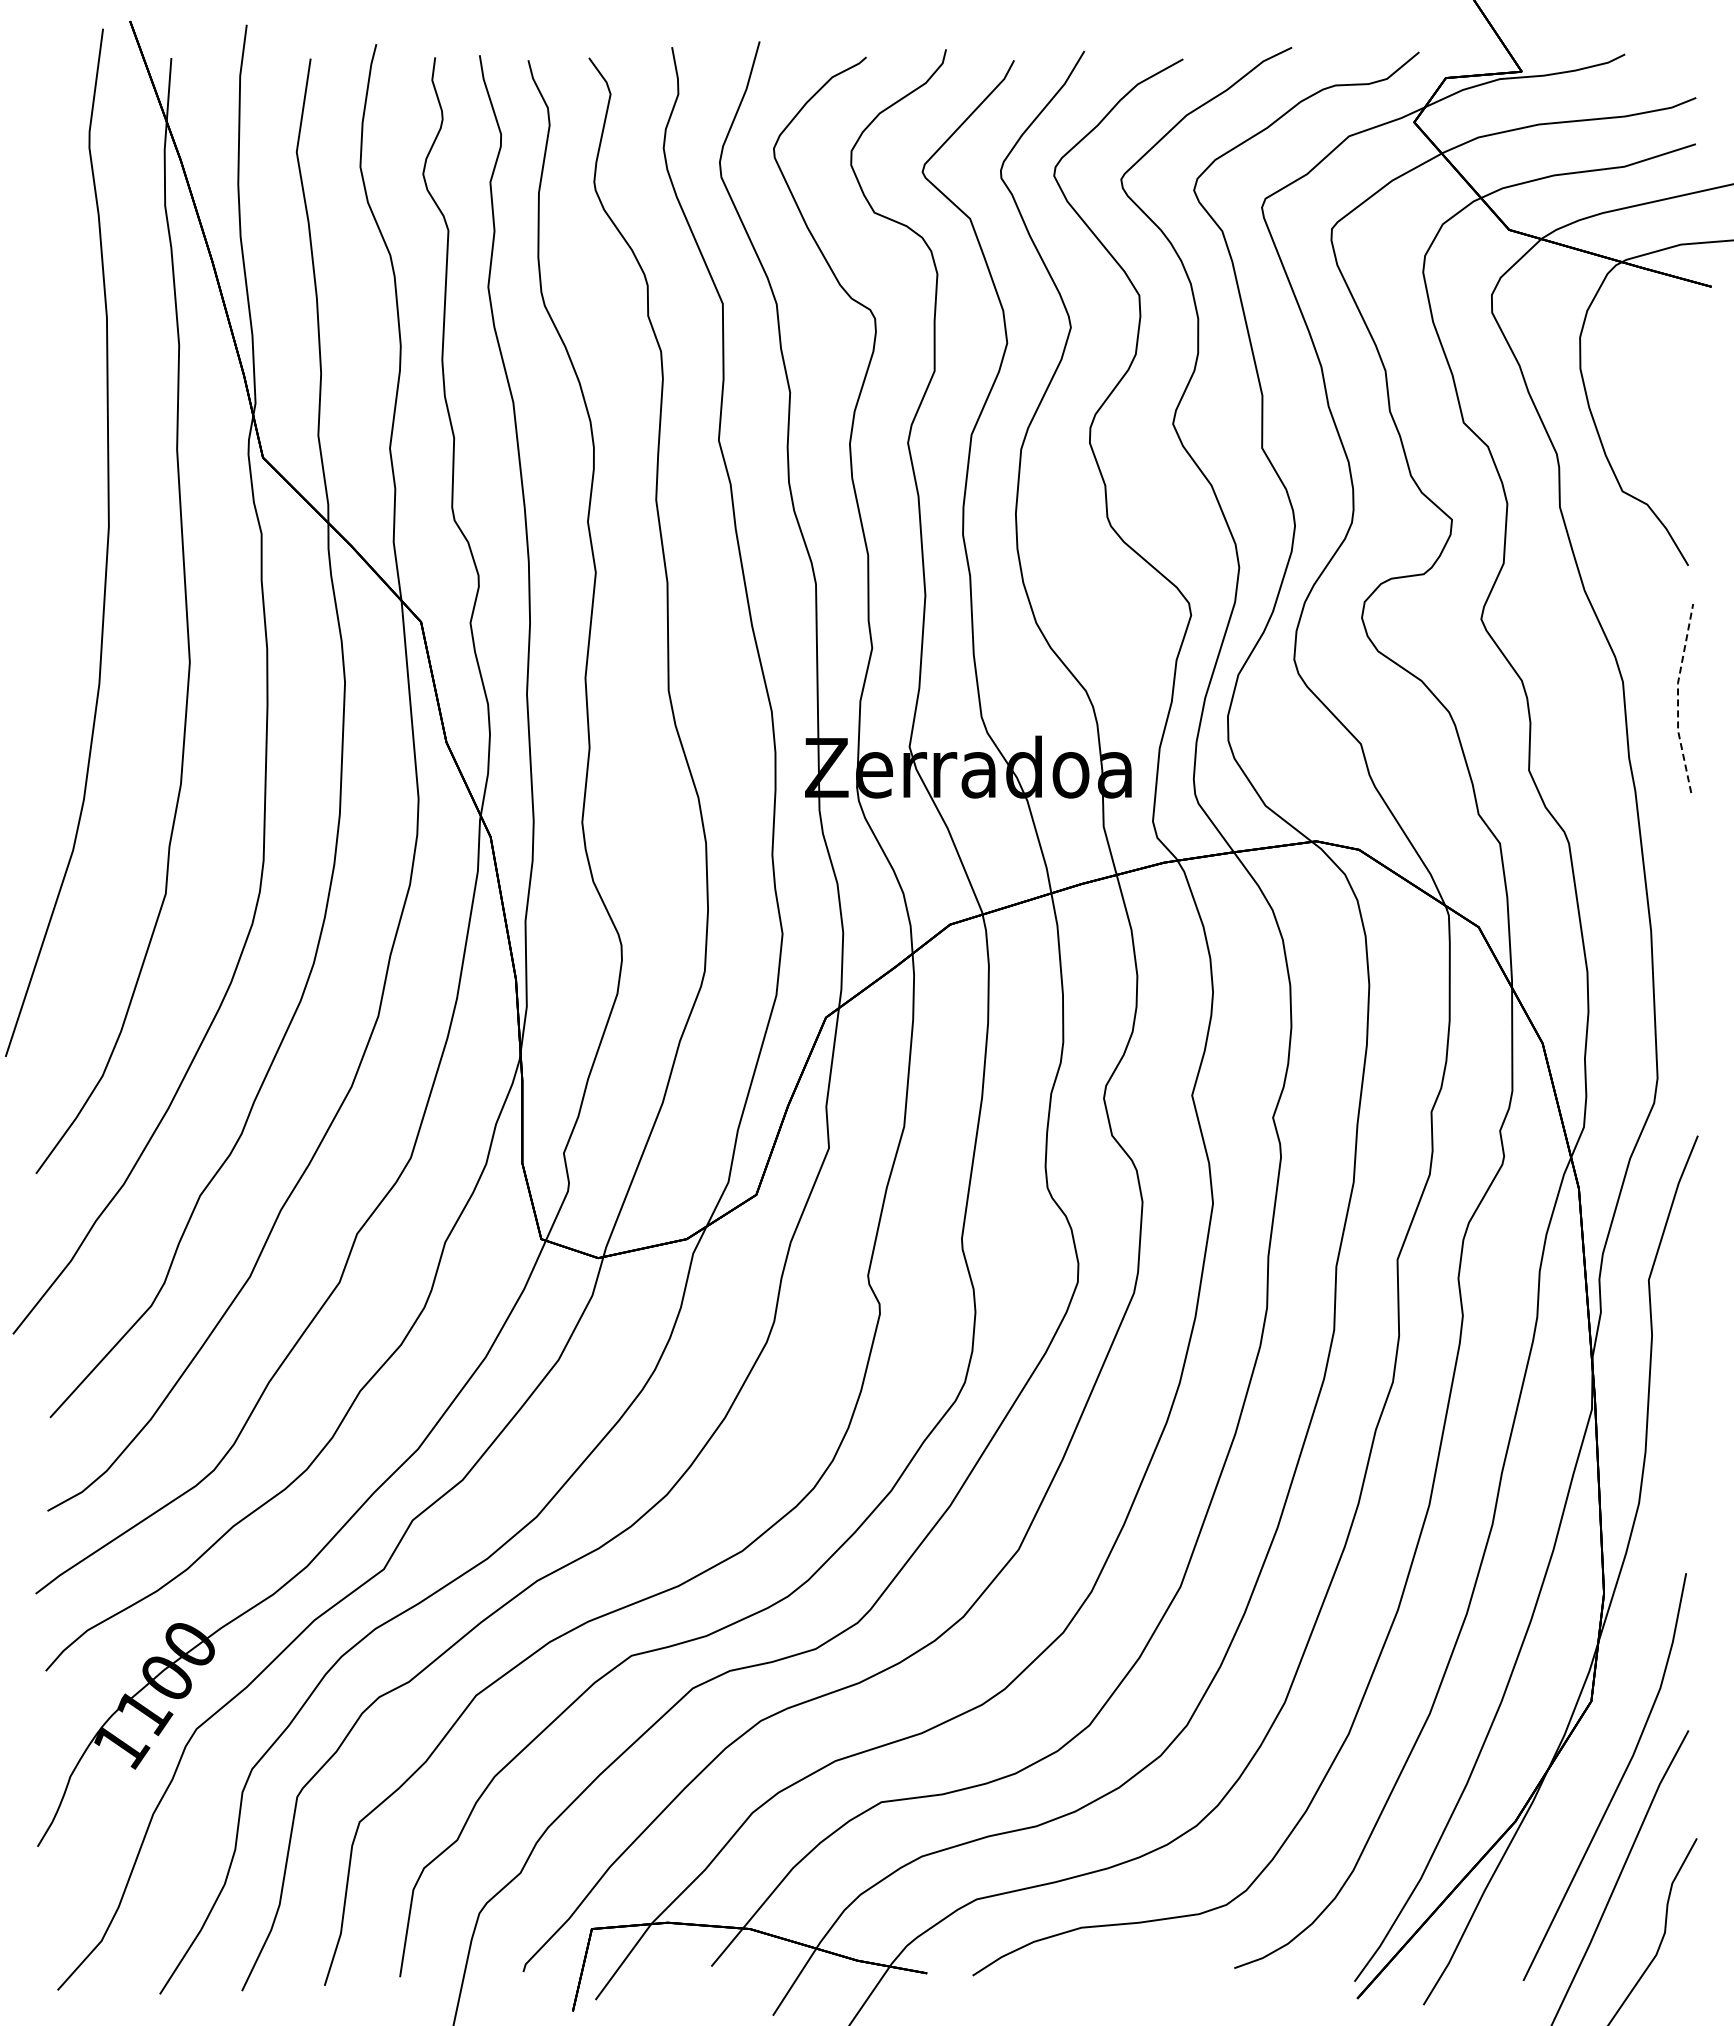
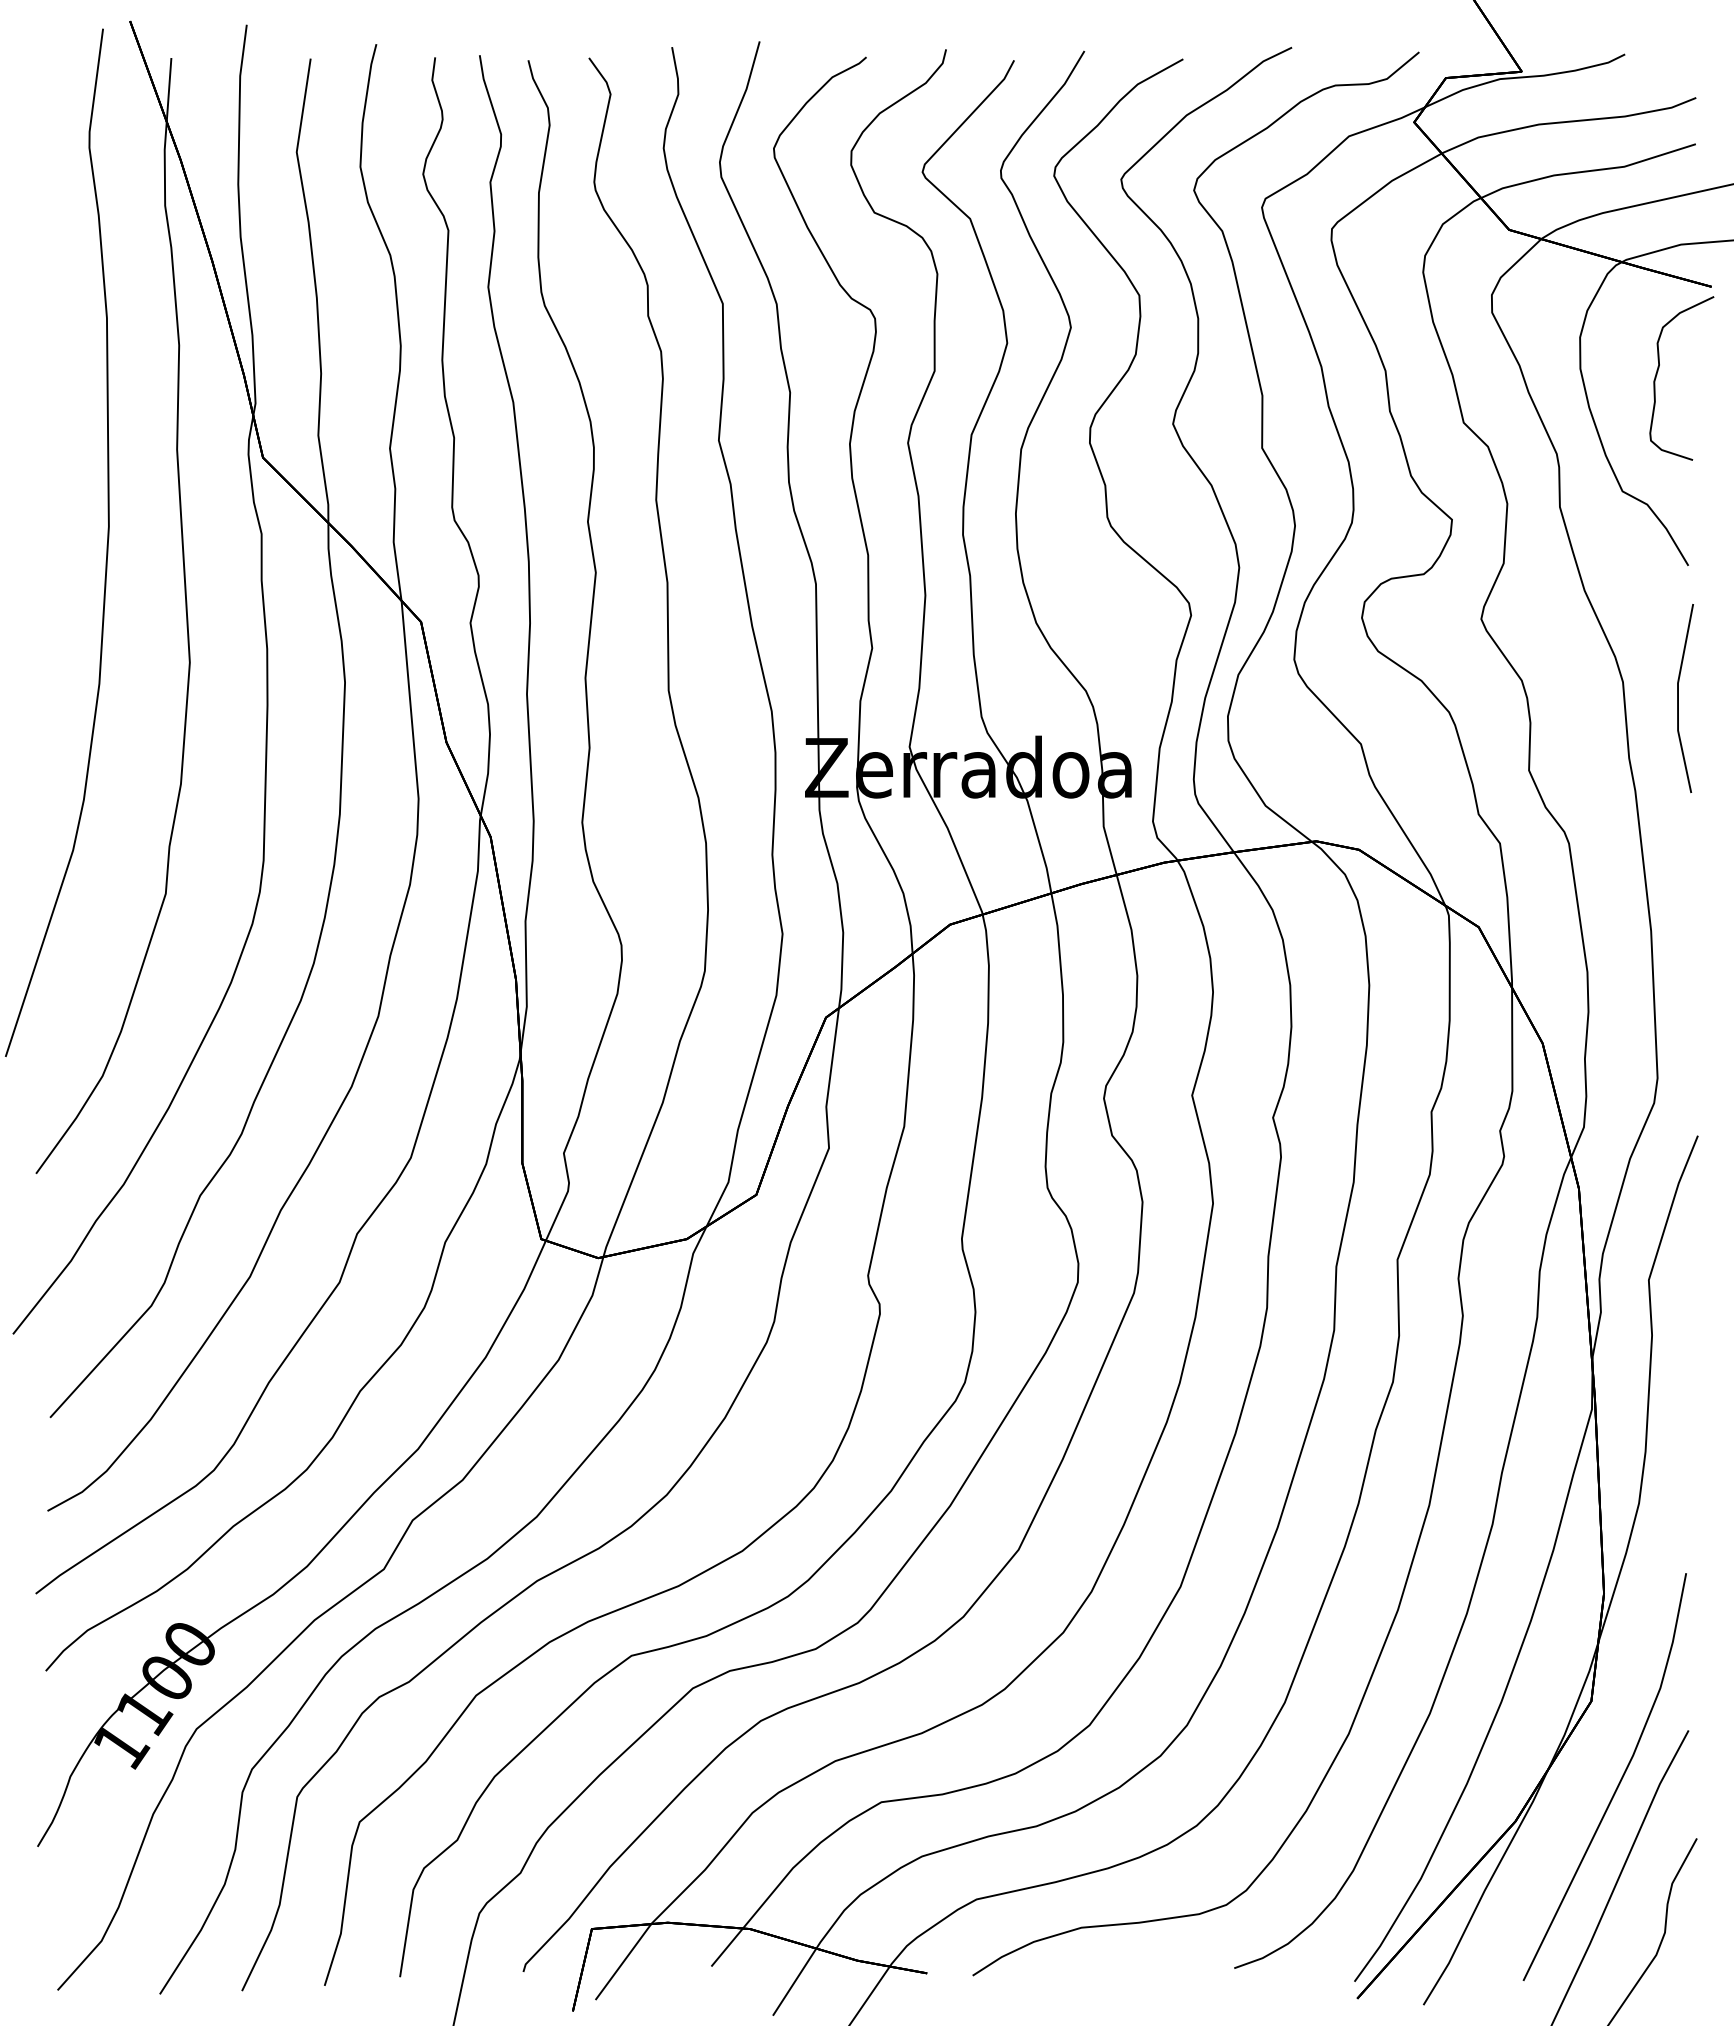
curve at (1658, 371): none -> present
line at (1678, 698): dashed -> solid
